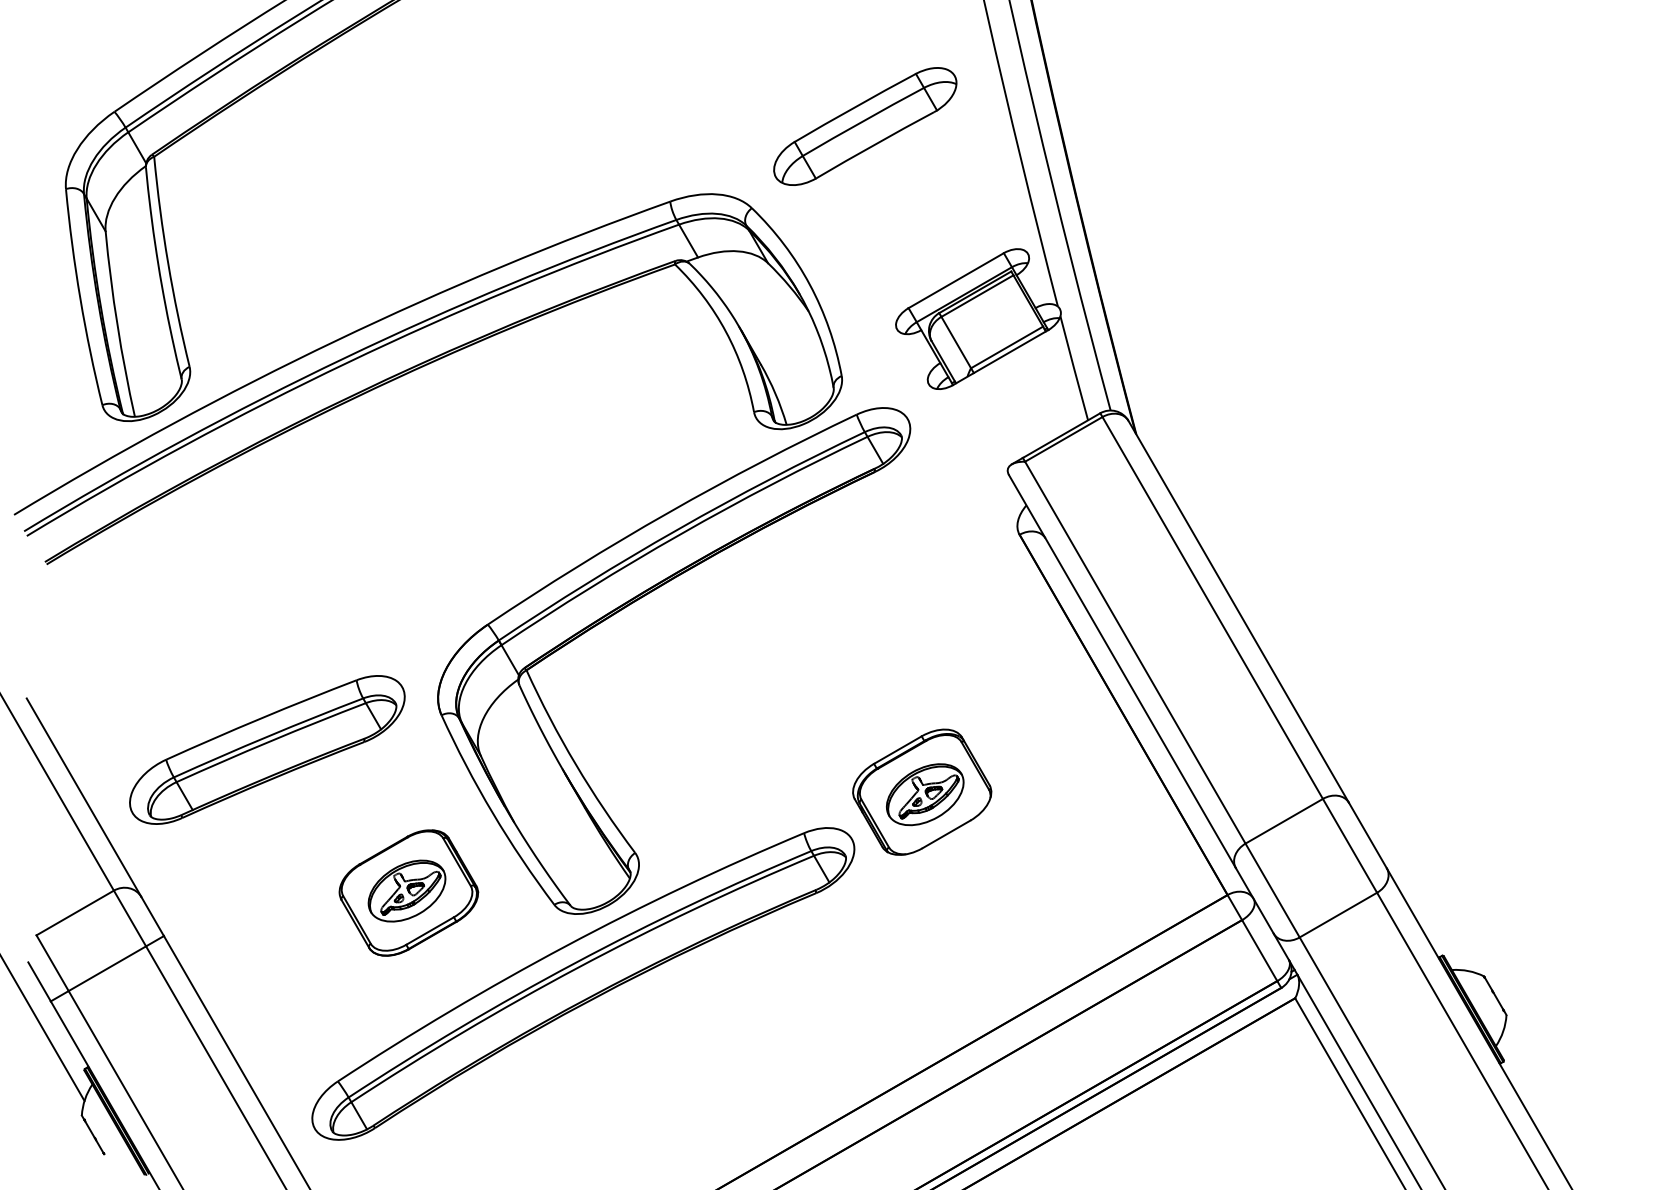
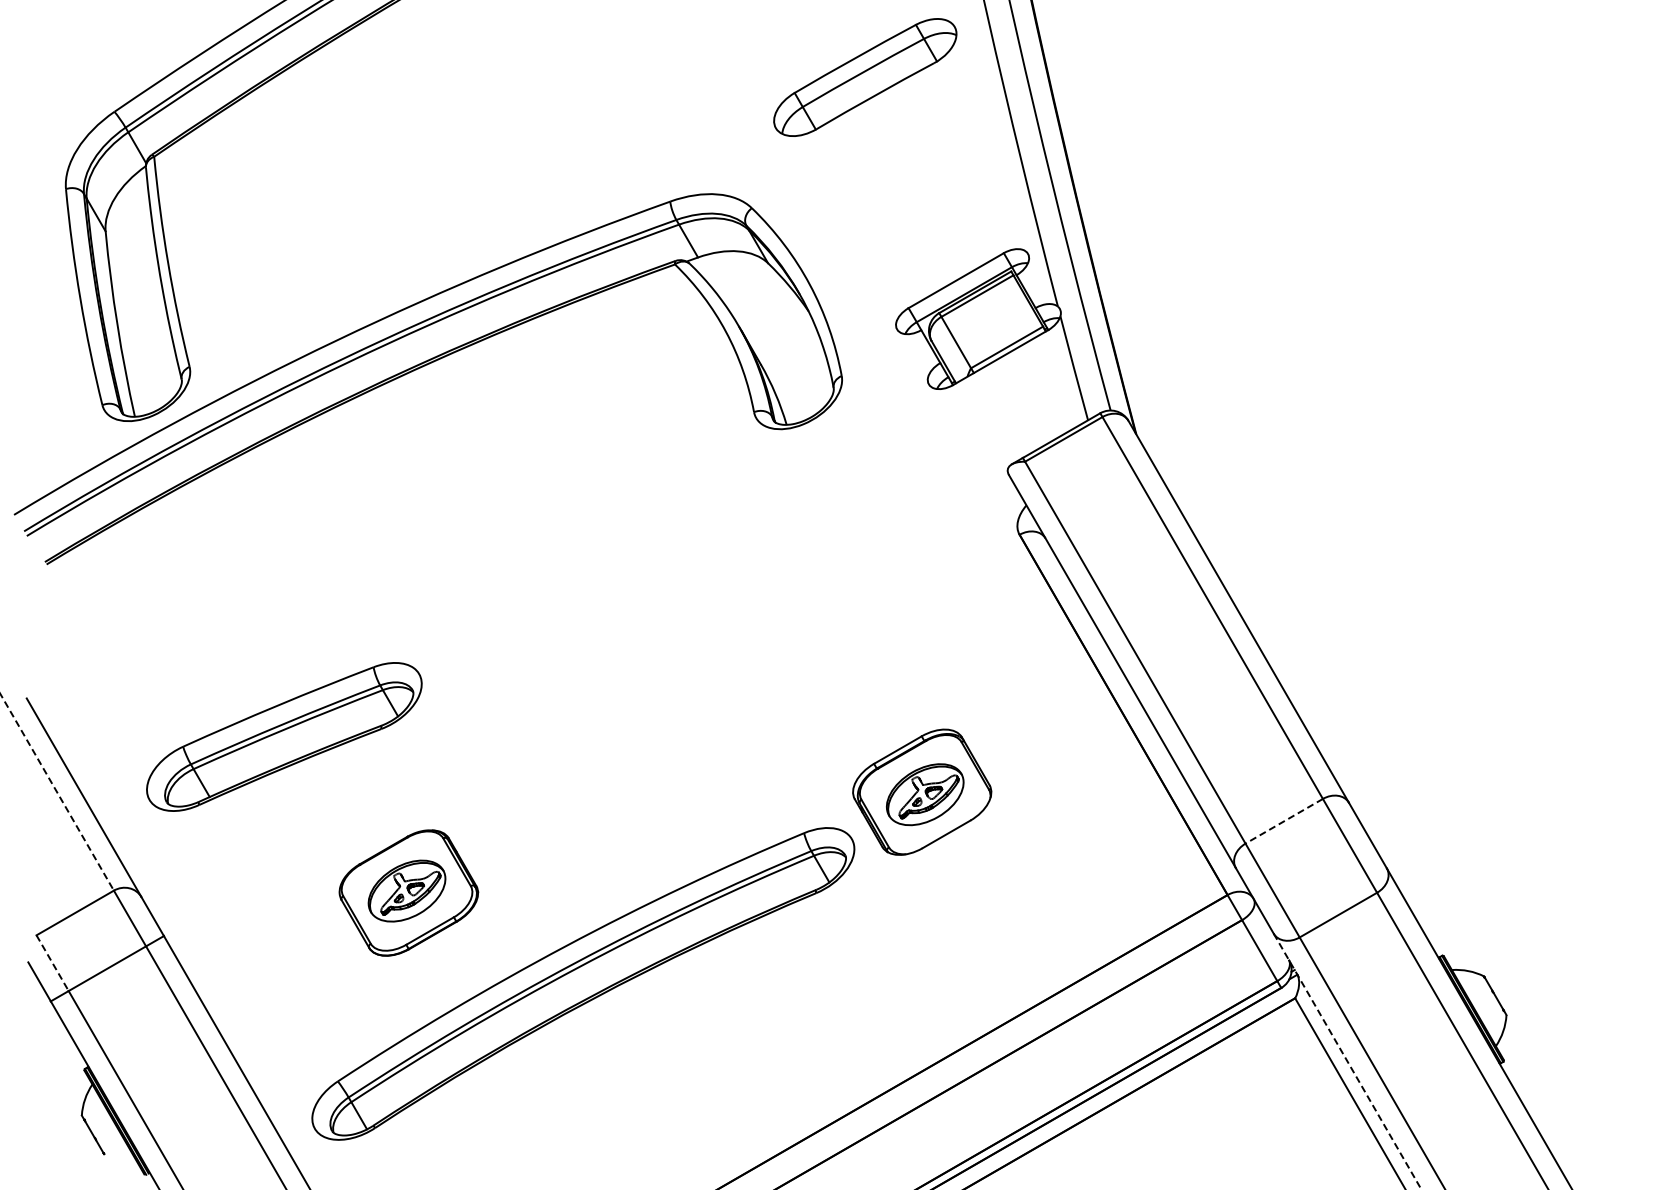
part at (865, 126) position: (865, 126) -> (865, 77)
part at (638, 600): present -> none
part at (267, 749) position: (267, 749) -> (284, 736)
line at (57, 792): solid -> dashed
line at (1284, 821): solid -> dashed
line at (52, 963): solid -> dashed
line at (43, 1028): present -> none
line at (1347, 1061): solid -> dashed
